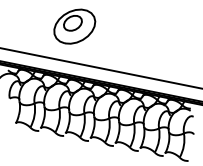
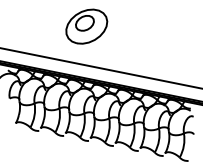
part at (74, 26) position: (74, 26) -> (86, 26)
